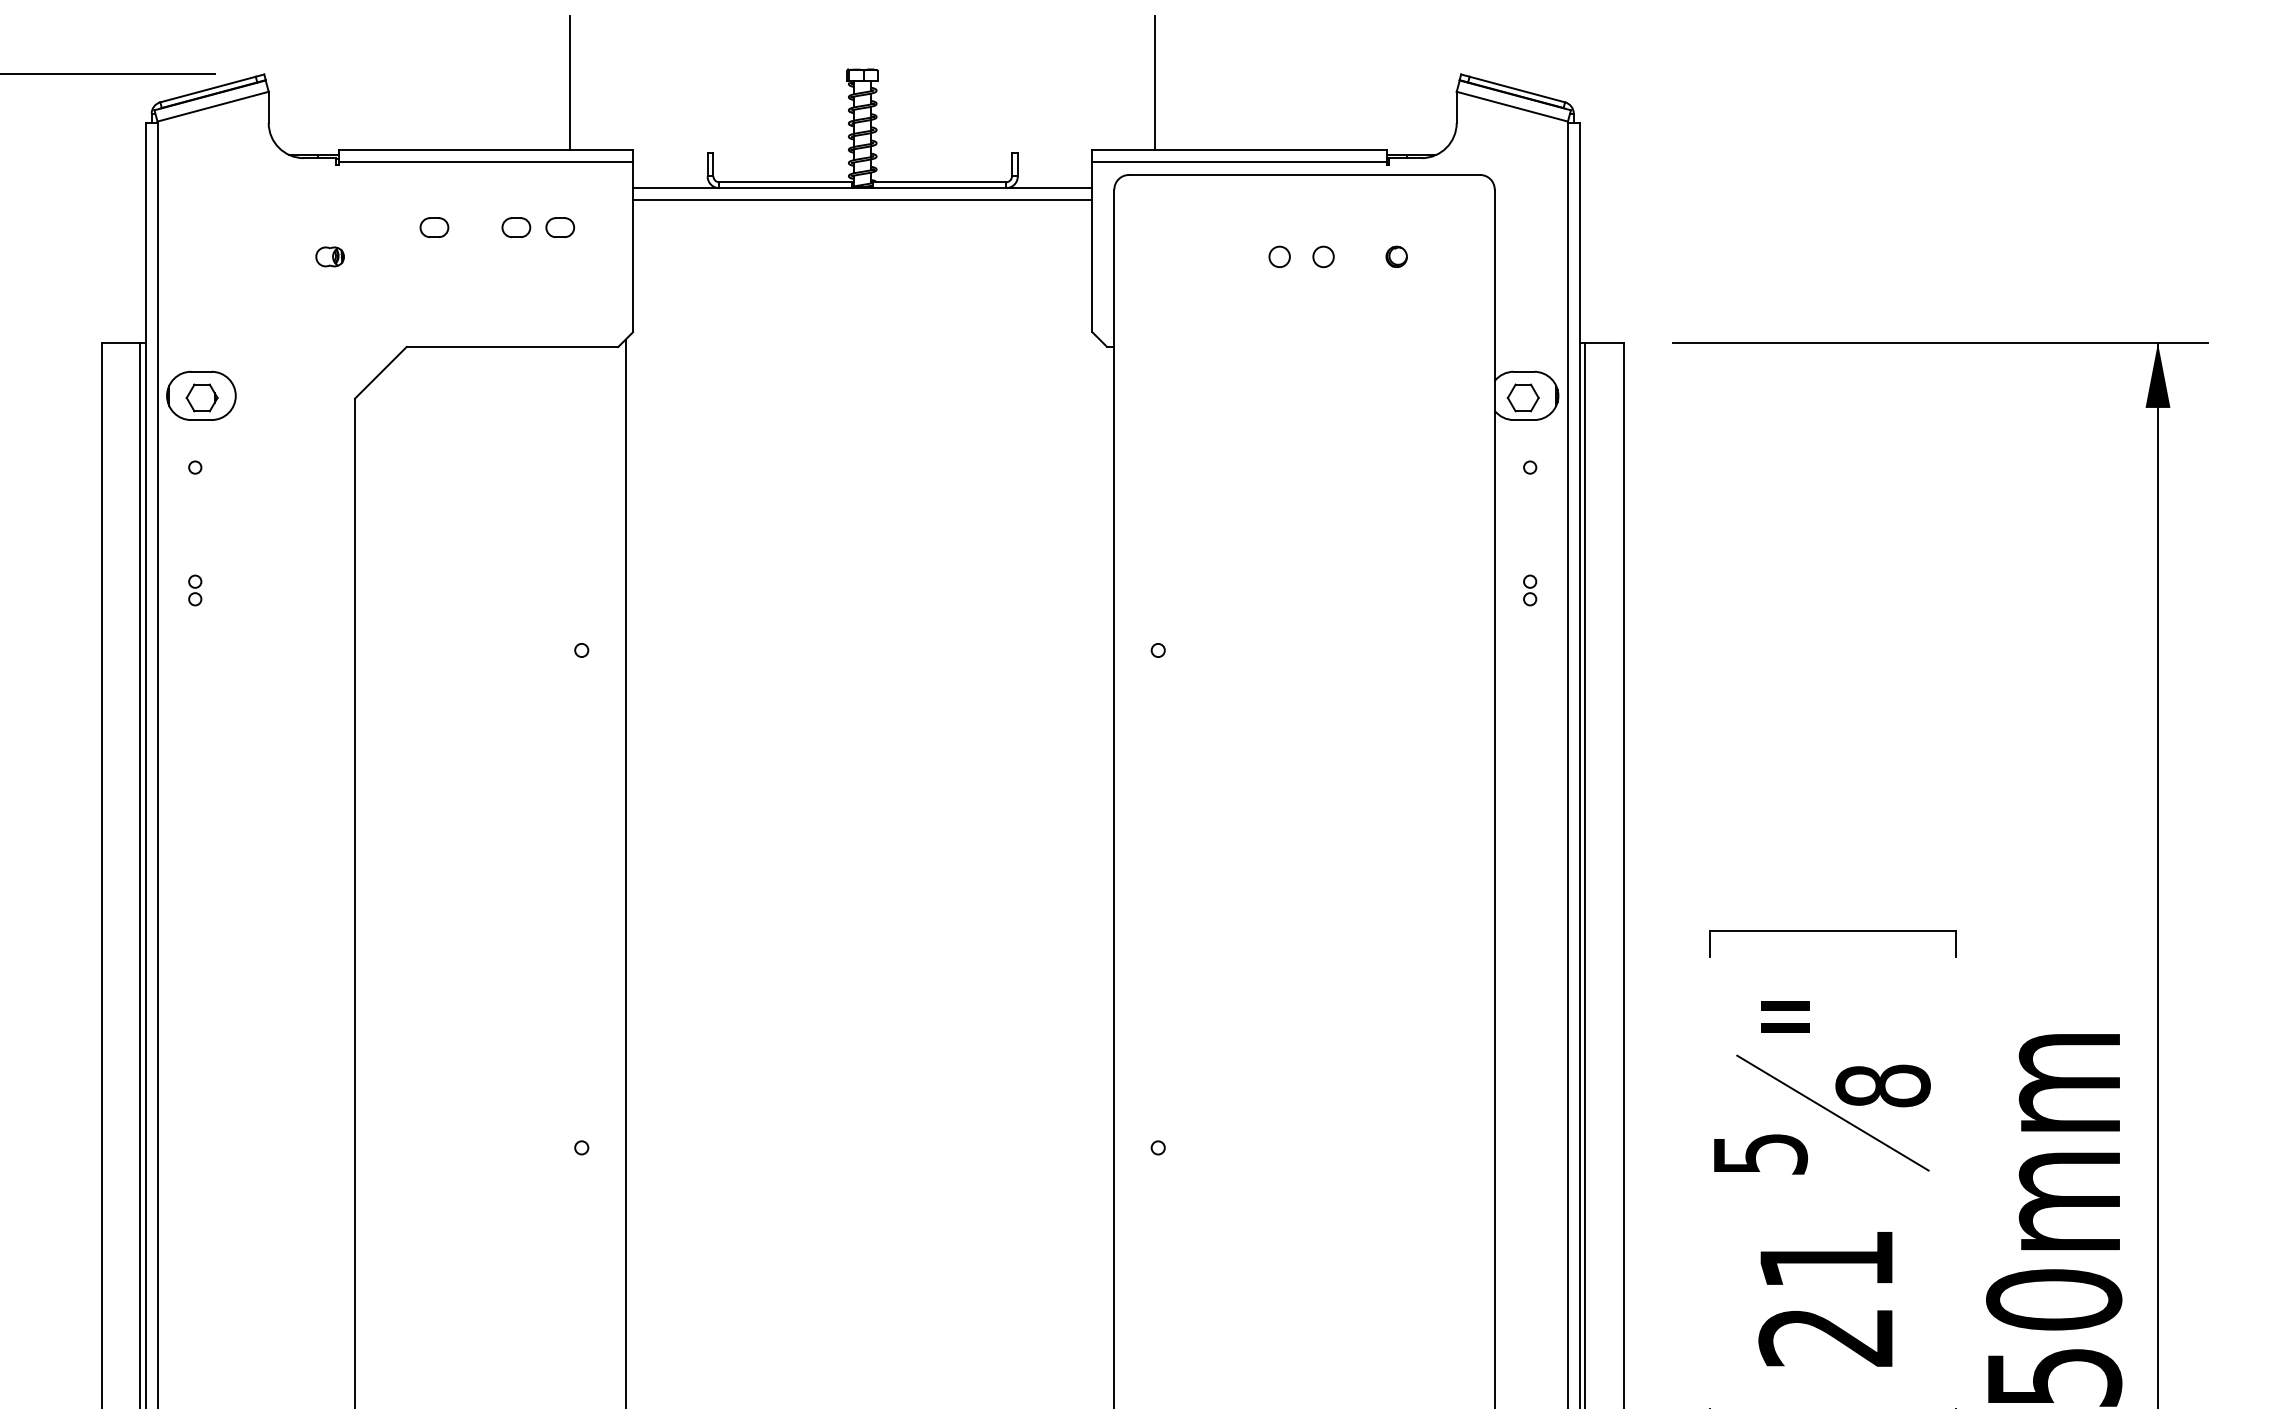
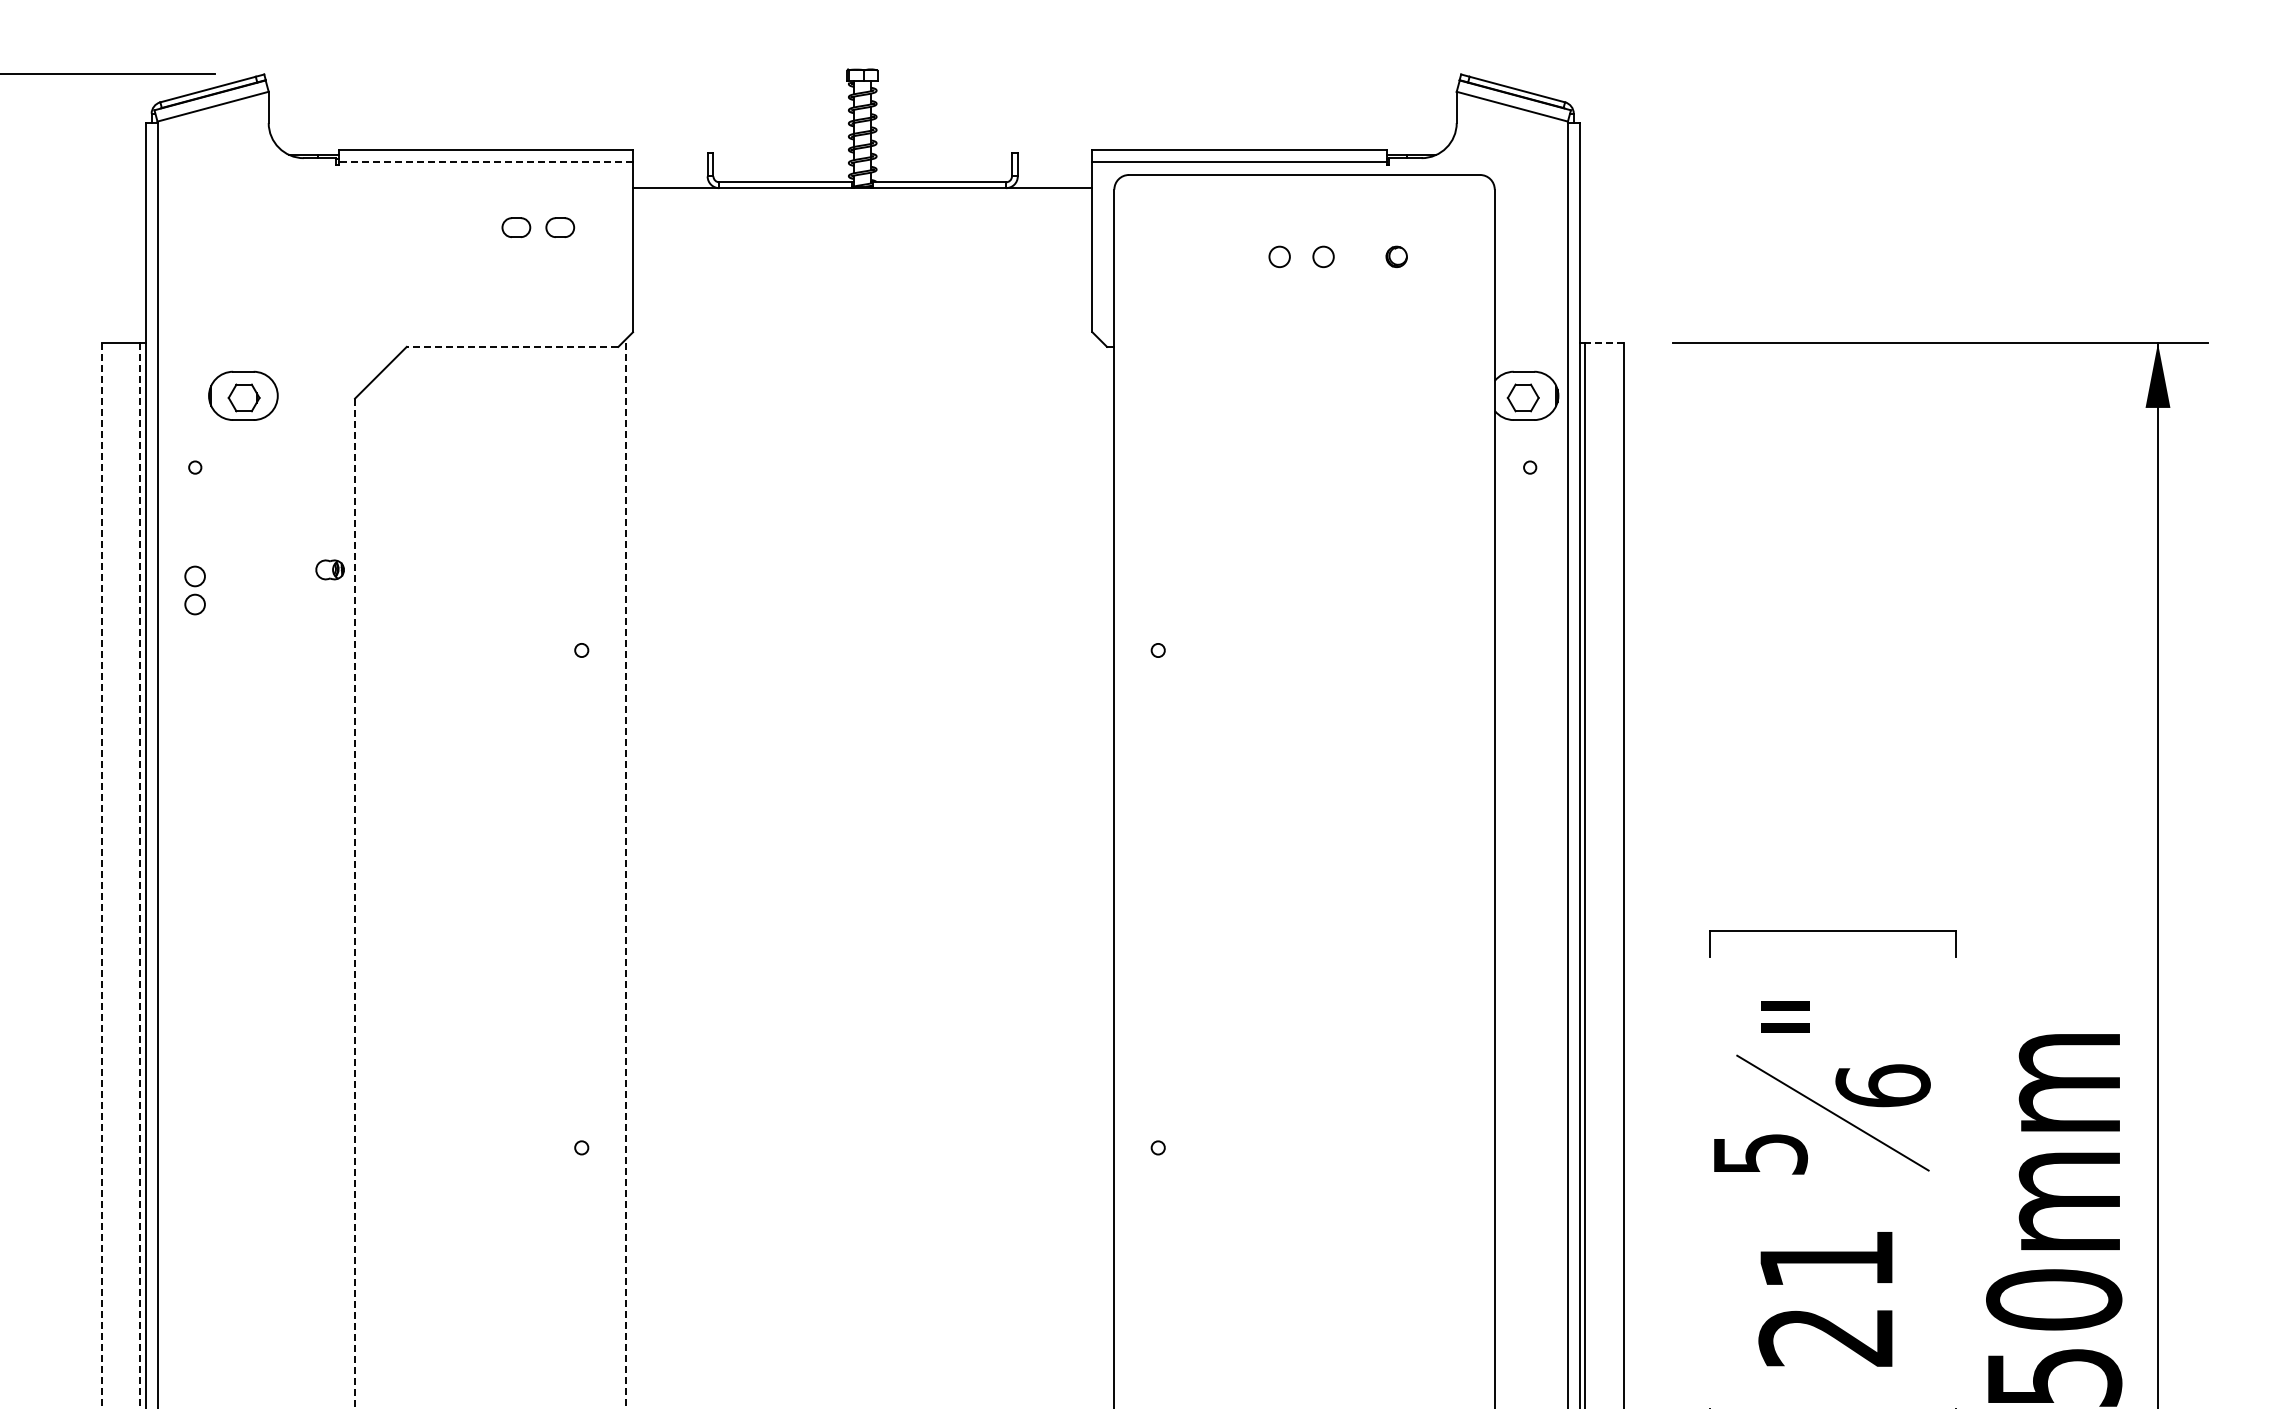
line at (570, 82): present -> none
line at (1155, 82): present -> none
line at (485, 161): solid -> dashed
line at (862, 199): present -> none
part at (434, 227): present -> none
part at (329, 256) position: (329, 256) -> (329, 569)
line at (1604, 343): solid -> dashed
line at (512, 346): solid -> dashed
part at (201, 395) position: (201, 395) -> (243, 395)
part at (195, 590) size: 15x33 px -> 22x51 px
part at (1530, 590): present -> none
line at (625, 873): solid -> dashed
line at (101, 876): solid -> dashed
line at (139, 876): solid -> dashed
line at (355, 903): solid -> dashed
text at (1882, 1085): 8 -> 6
